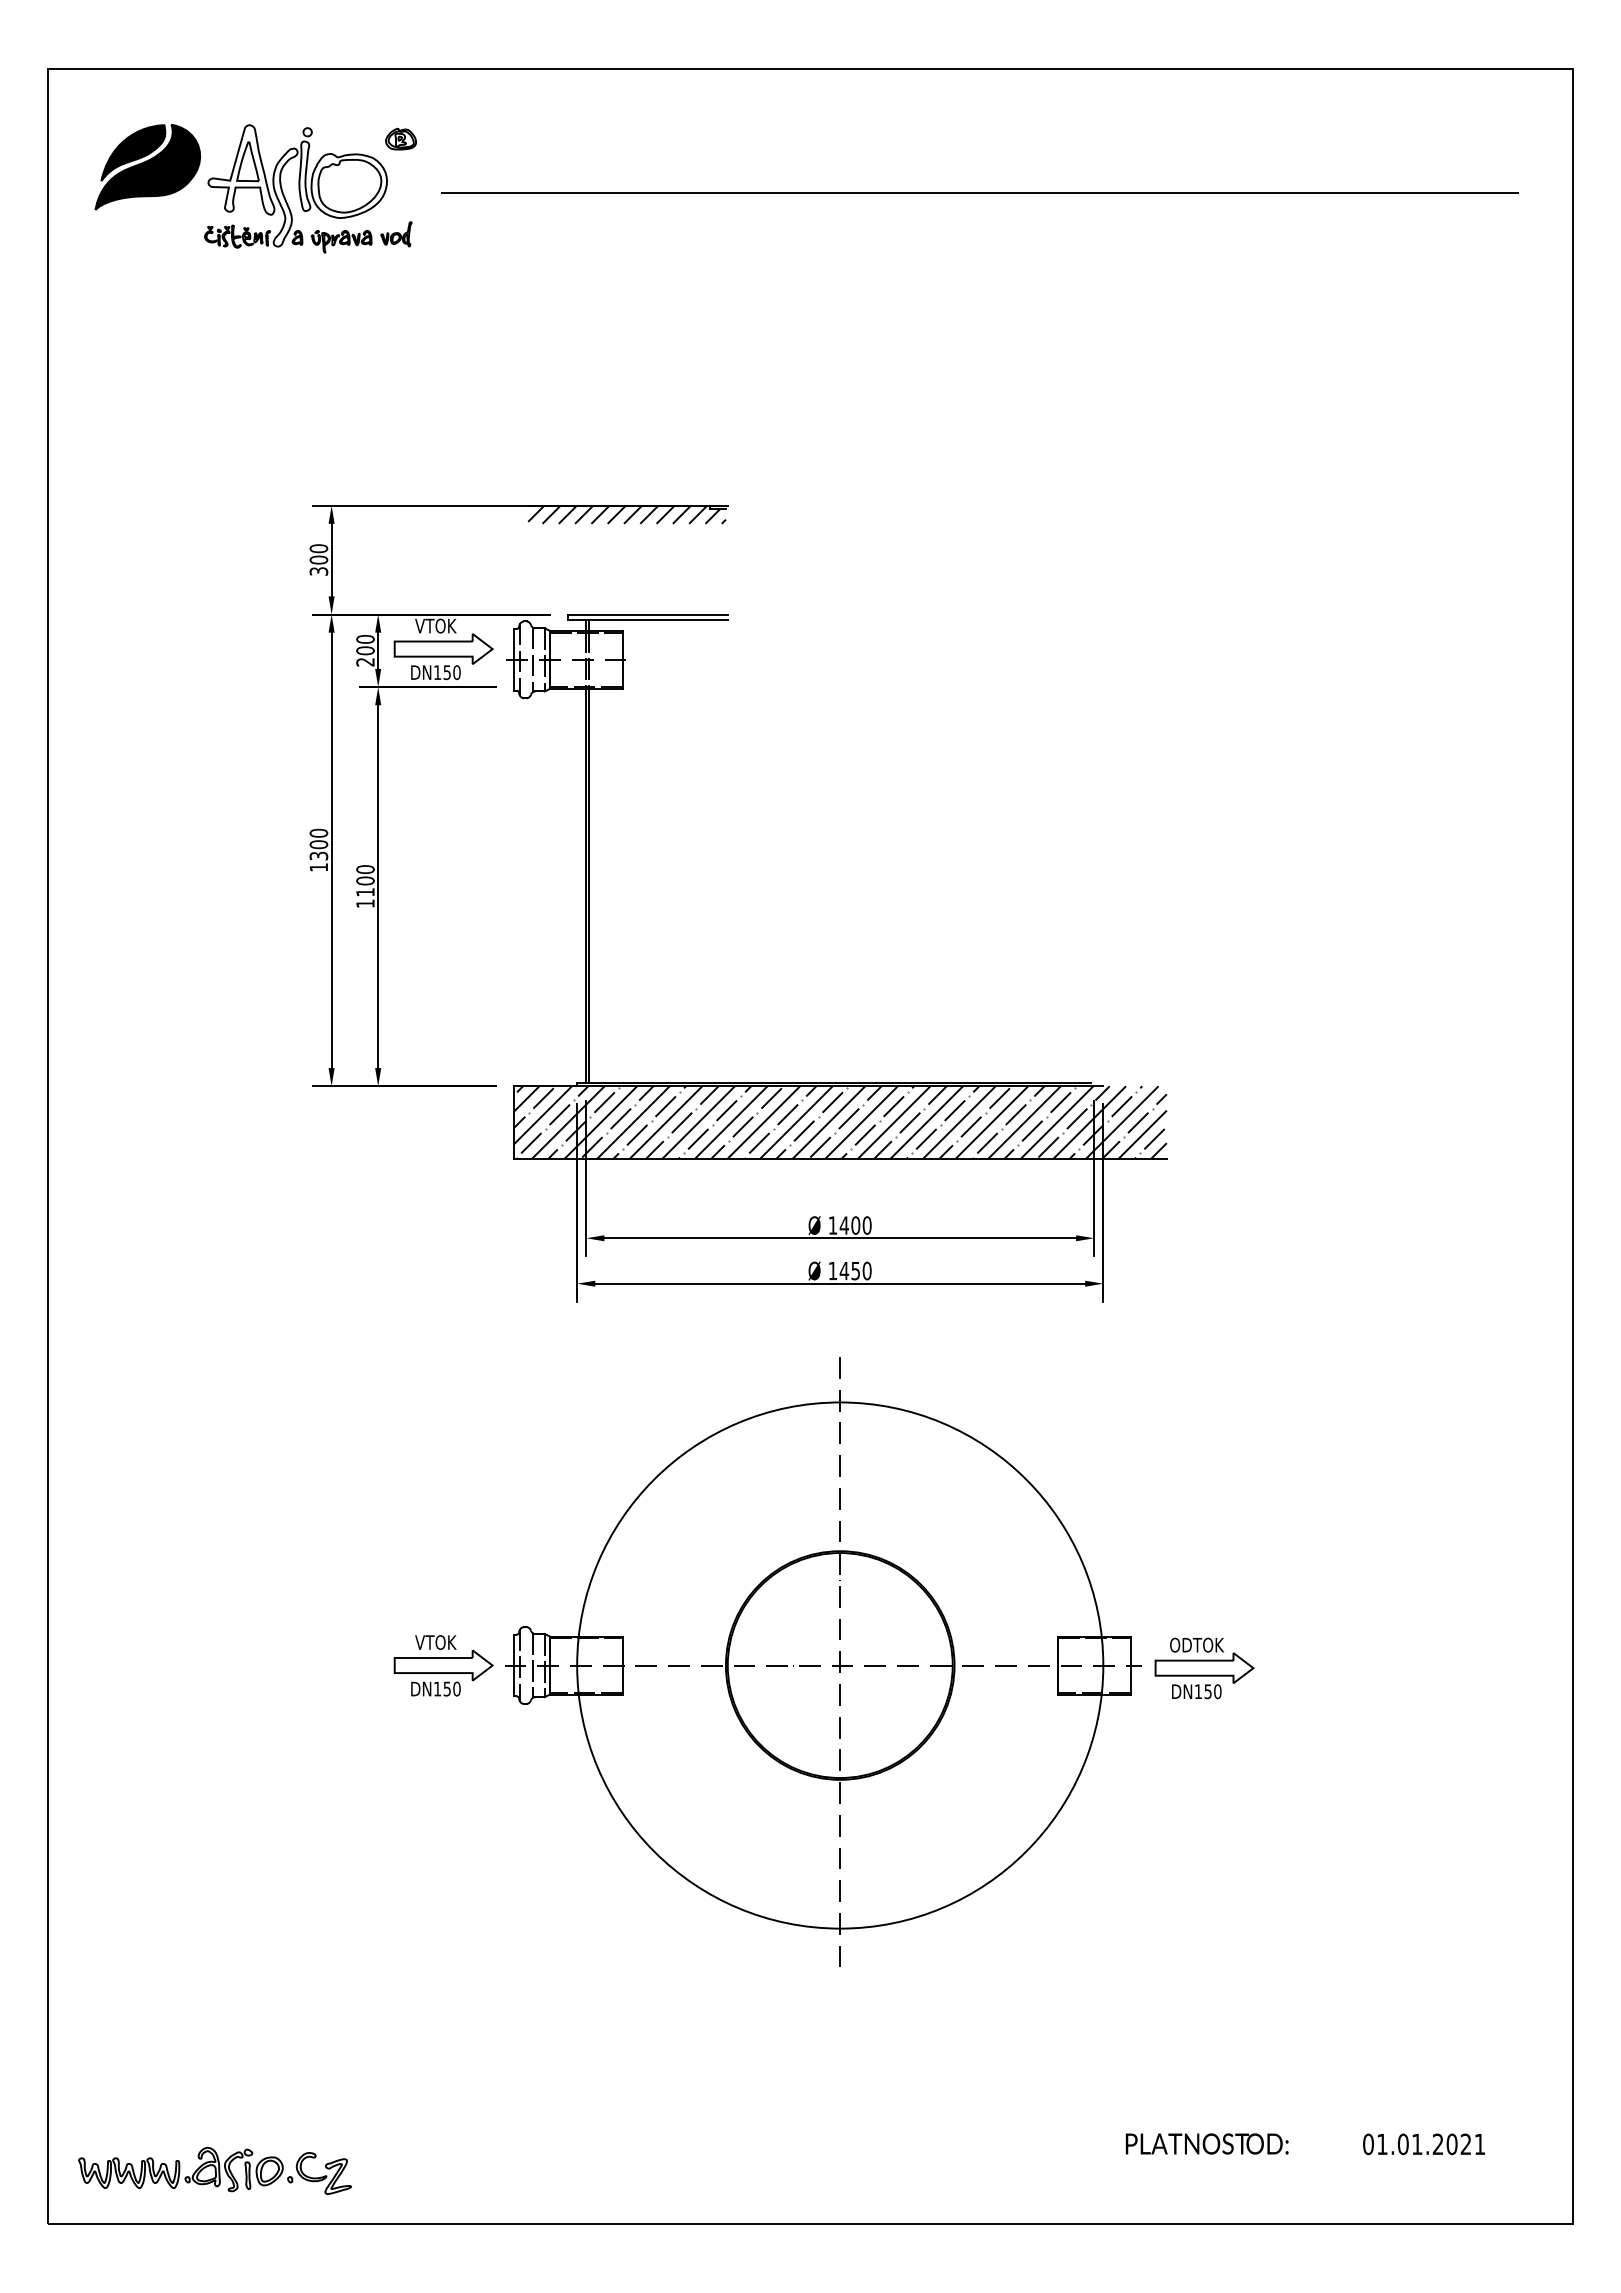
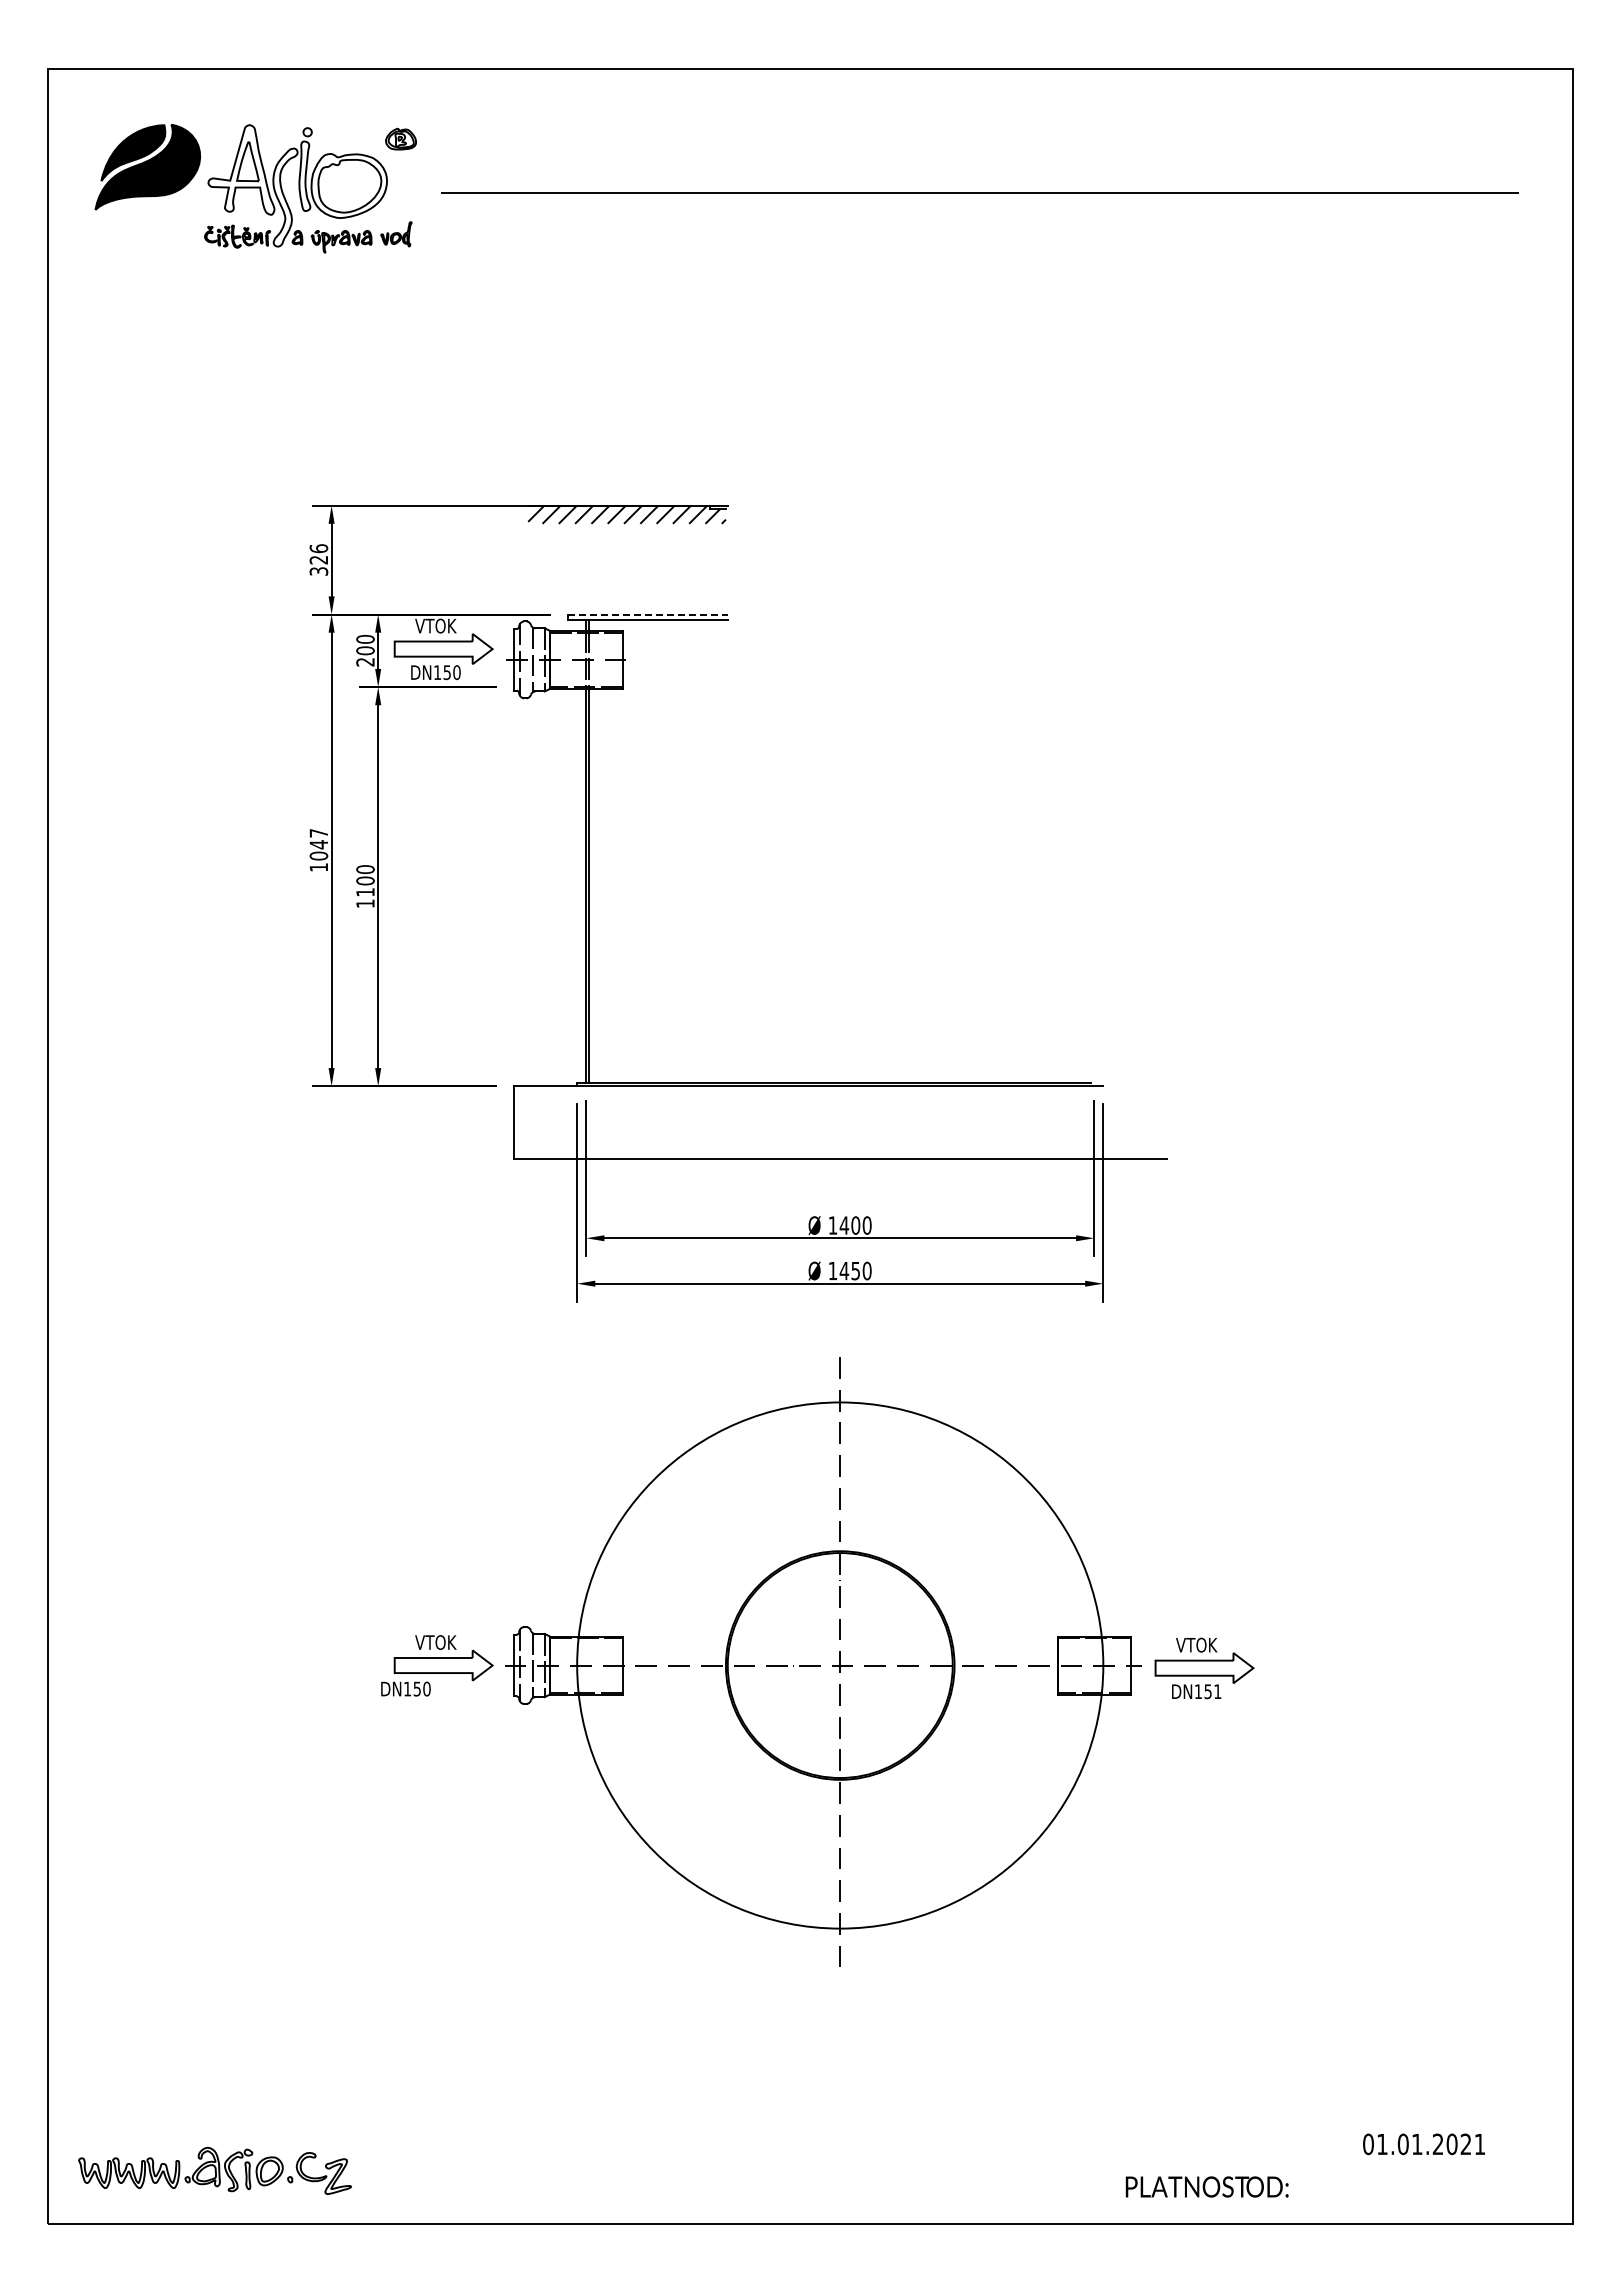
text at (318, 554): 300 -> 326
line at (647, 614): solid -> dashed
text at (318, 844): 1300 -> 1047
hatch at (839, 1122): present -> none
text at (1197, 1644): ODTOK -> VTOK
text at (435, 1688) position: (435, 1688) -> (405, 1688)
text at (1217, 1691): DN150 -> DN151
text at (1206, 2143) position: (1206, 2143) -> (1206, 2186)
